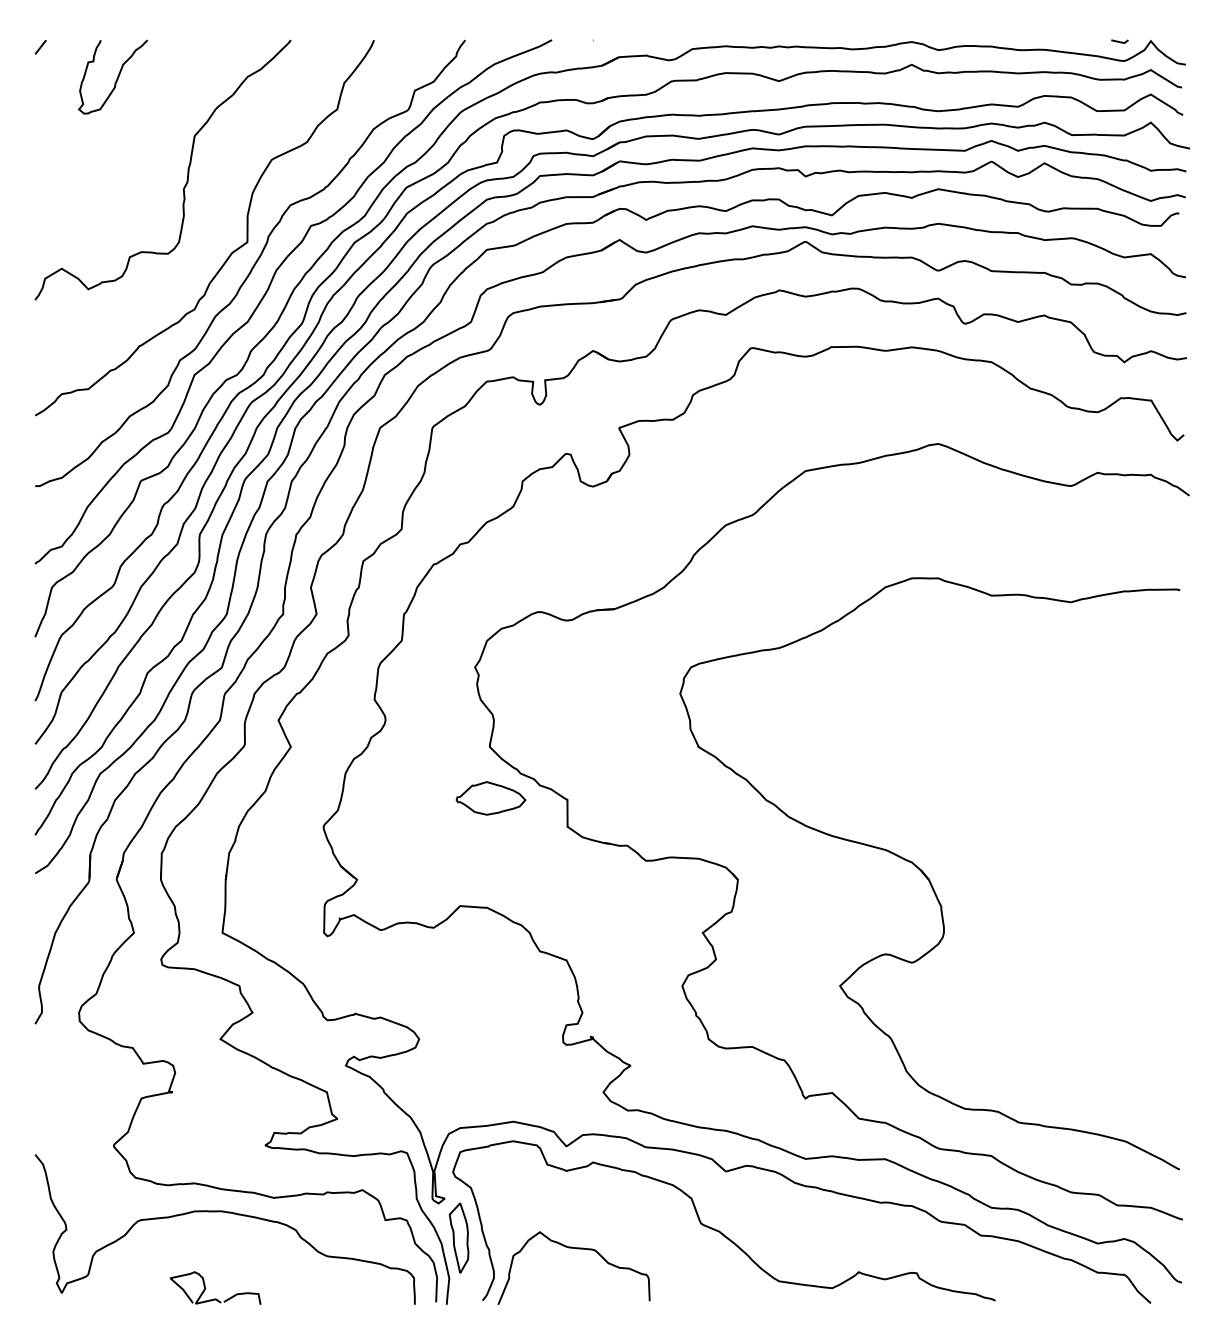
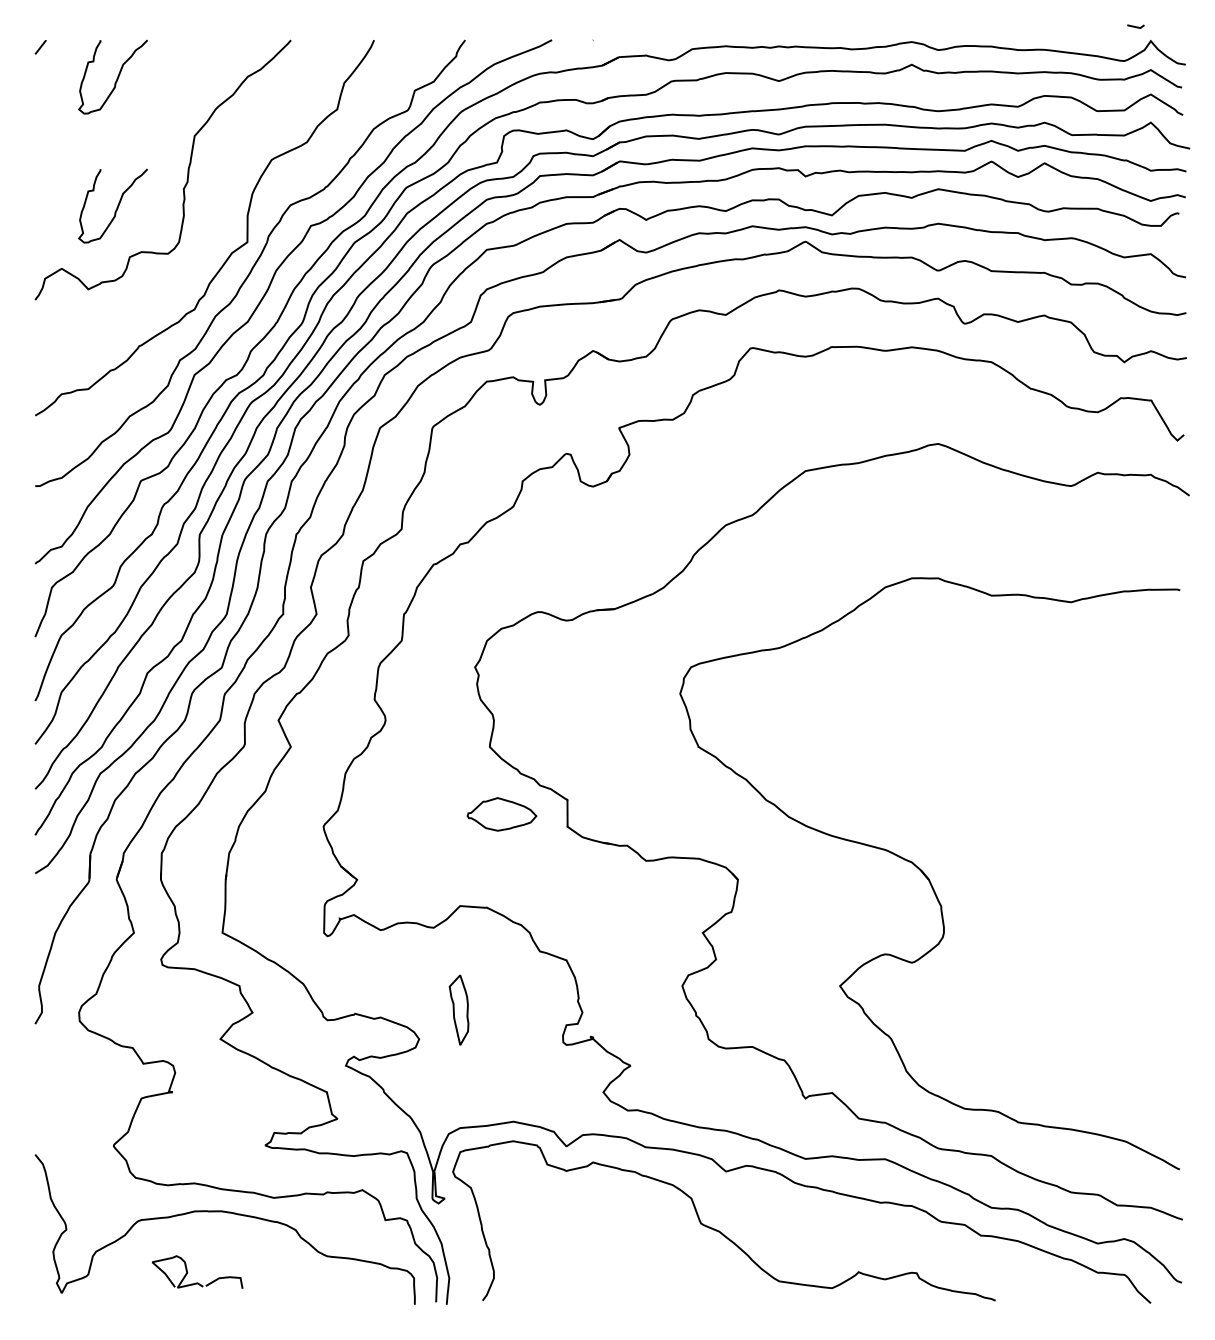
line at (1119, 41) position: (1119, 41) -> (1135, 26)
curve at (116, 207): none -> present
part at (490, 798) position: (490, 798) -> (501, 814)
part at (458, 1237) position: (458, 1237) -> (458, 1009)
curve at (576, 1249): present -> none
part at (206, 1288) position: (206, 1288) -> (188, 1272)
